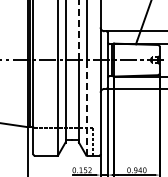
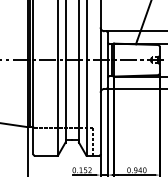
line at (78, 30): dashed -> solid
line at (86, 107): dashed -> solid
